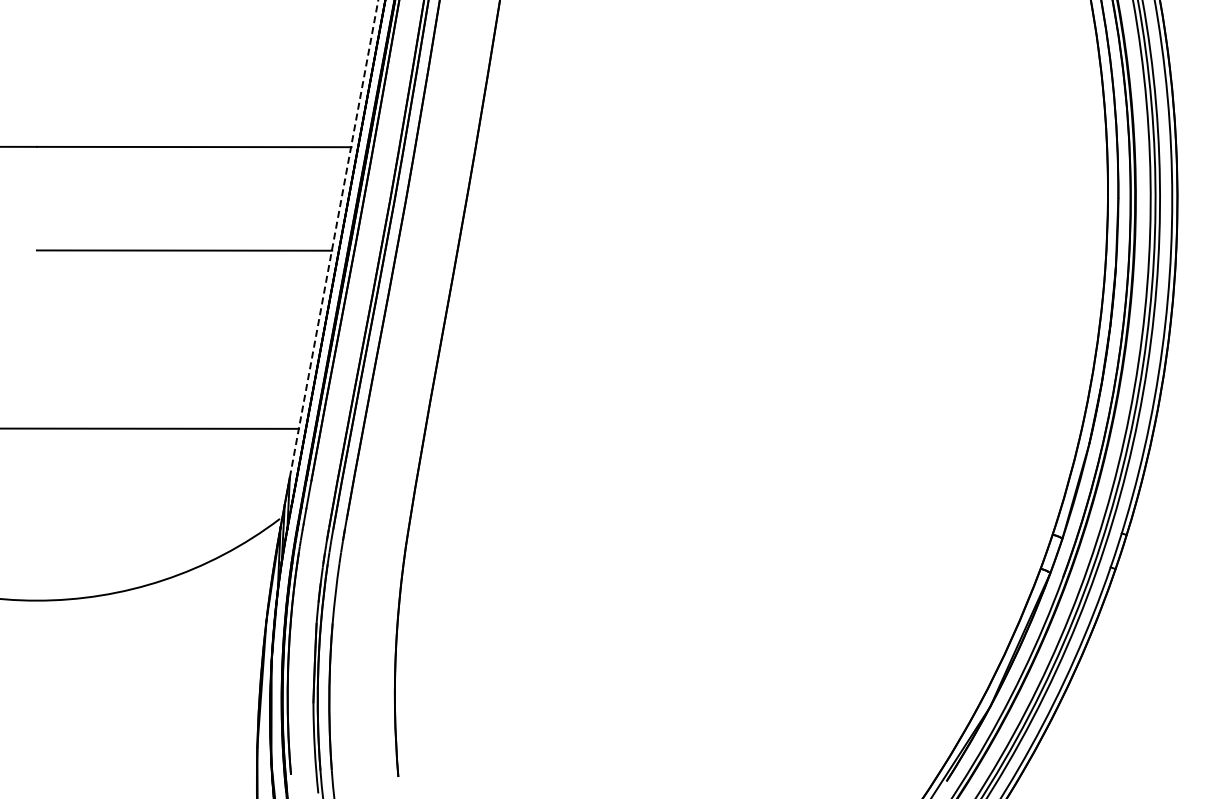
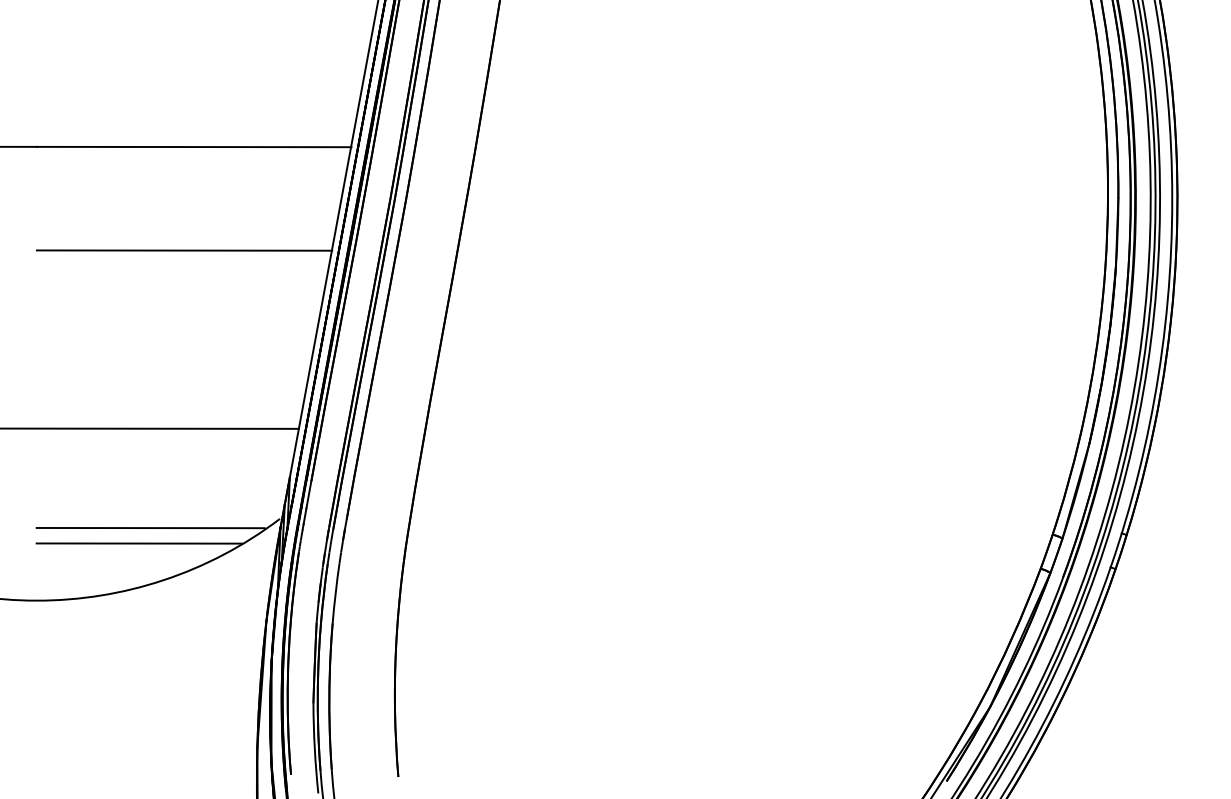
line at (334, 238): dashed -> solid
line at (150, 527): none -> present
line at (139, 543): none -> present
